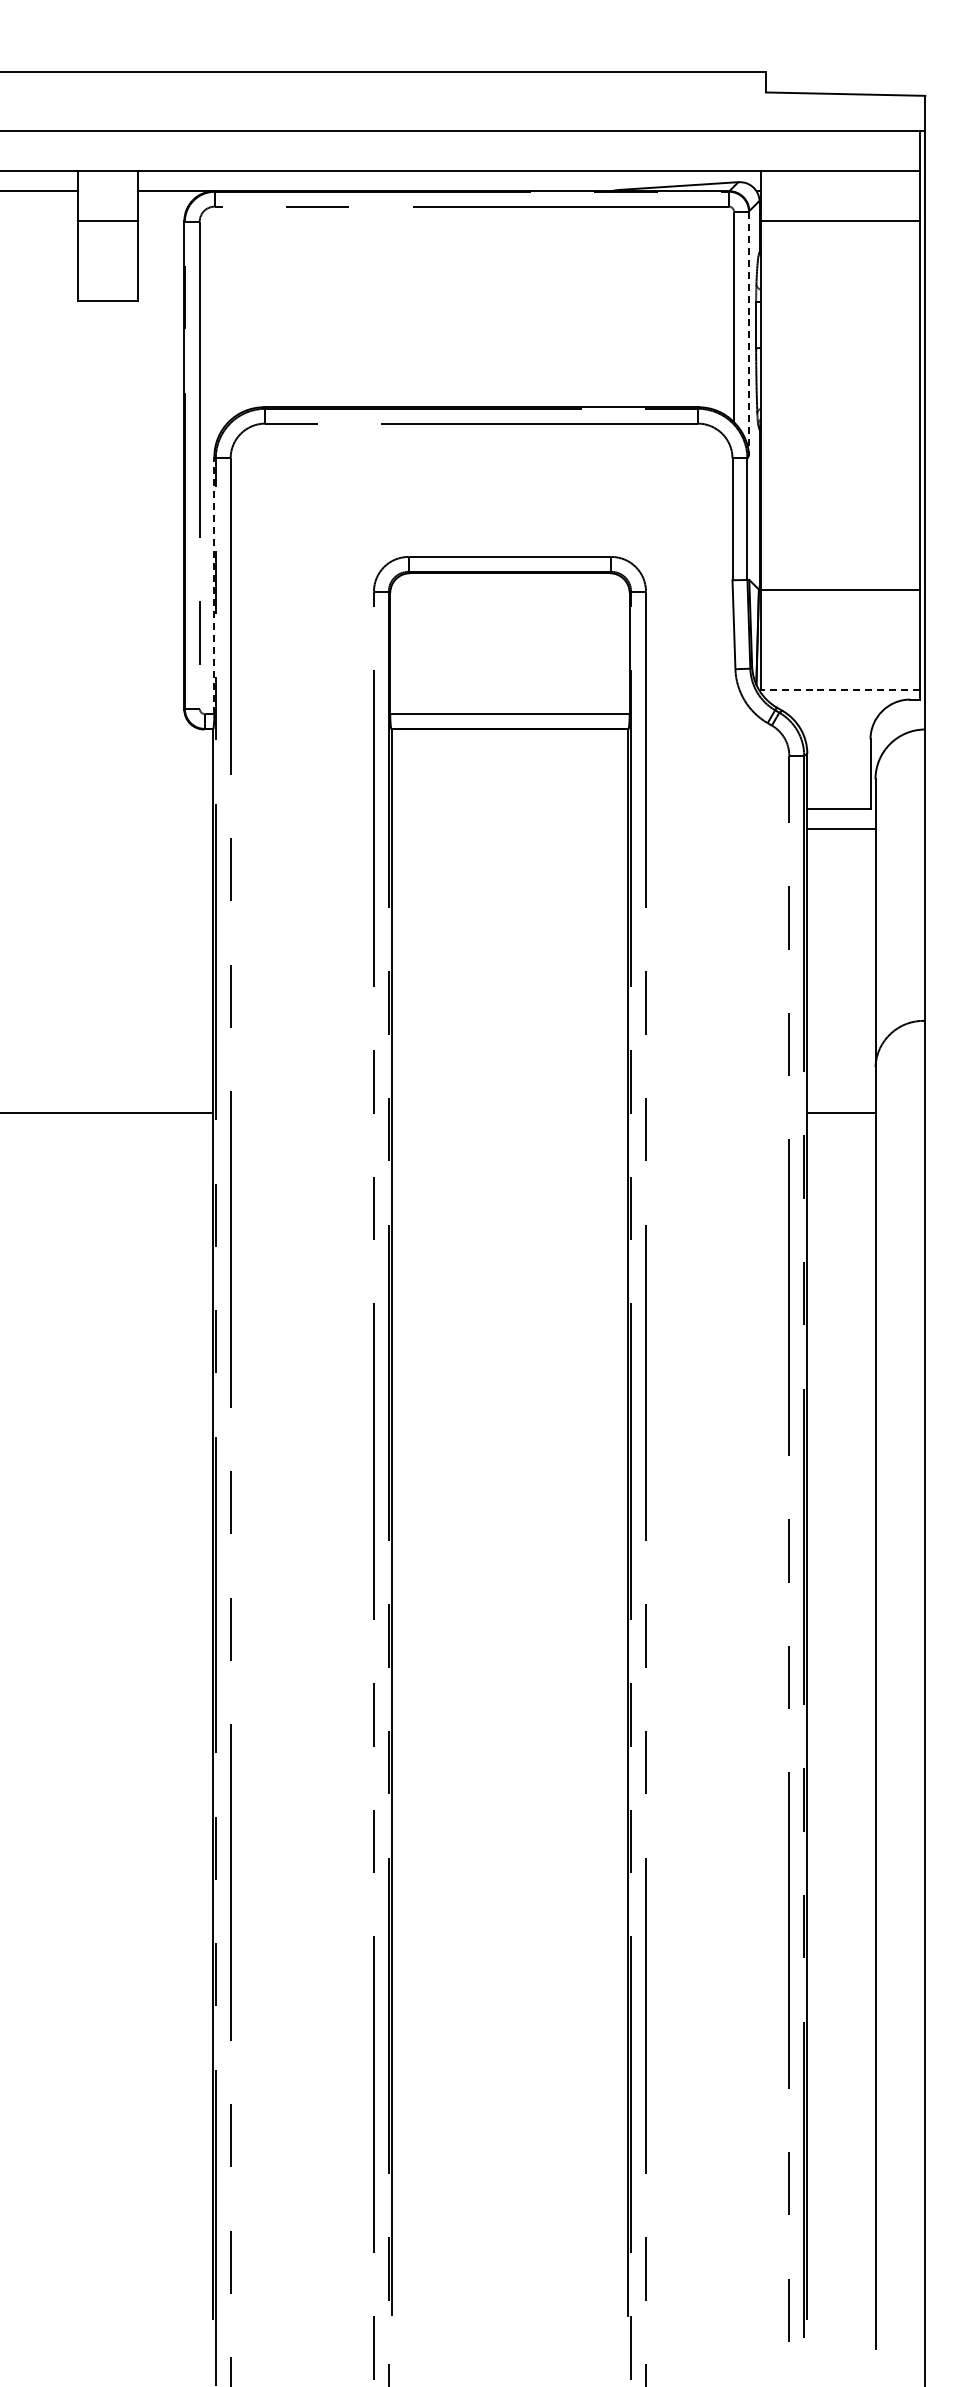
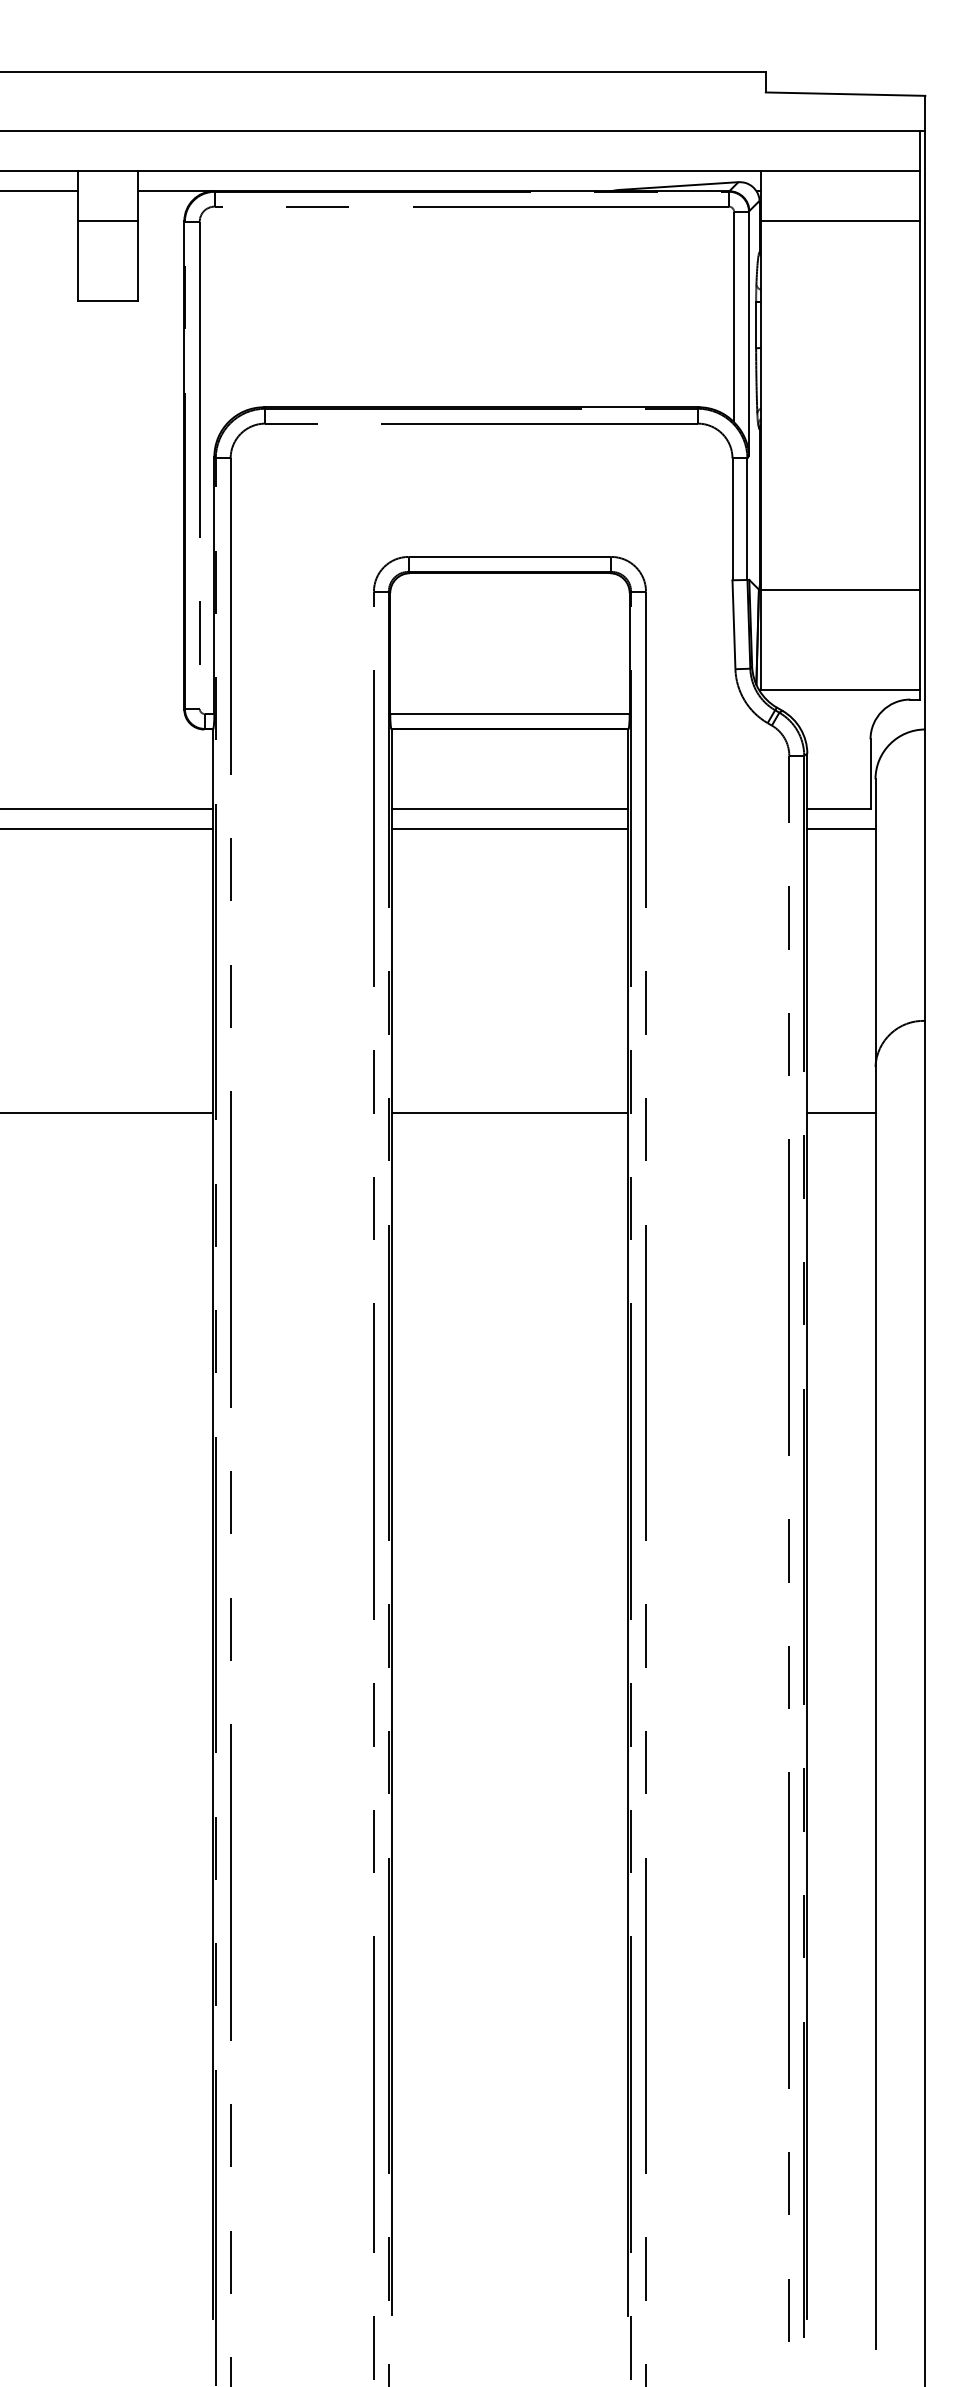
line at (748, 334): dashed -> solid
line at (214, 585): dashed -> solid
line at (840, 689): dashed -> solid
line at (107, 809): none -> present
line at (509, 809): none -> present
line at (107, 829): none -> present
line at (509, 829): none -> present
line at (509, 1112): none -> present
